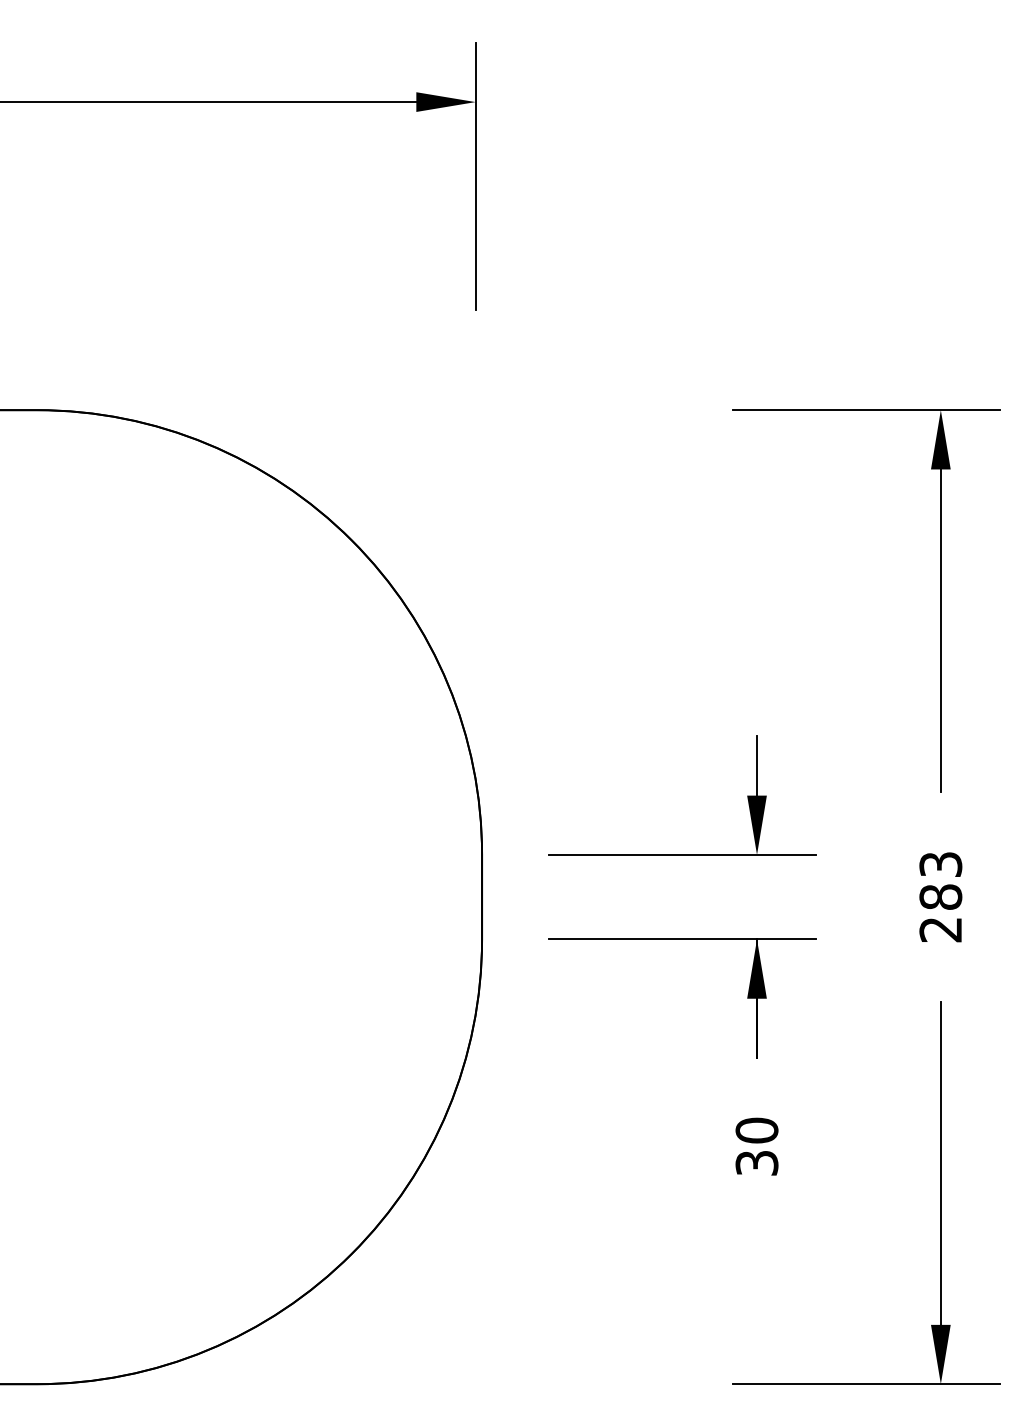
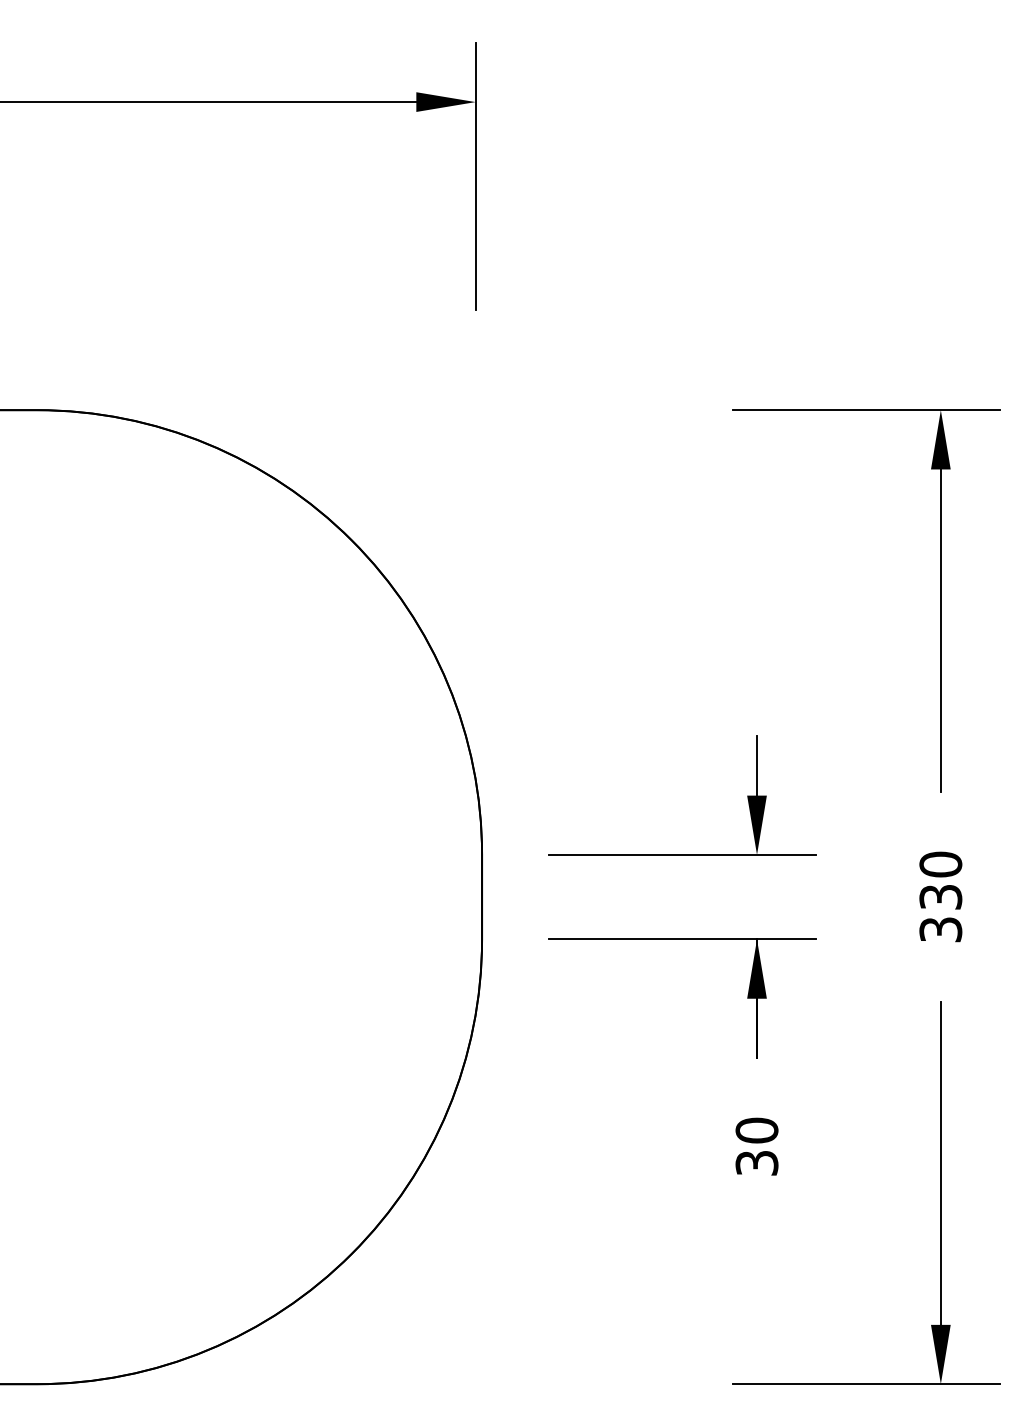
text at (940, 896): 283 -> 330
